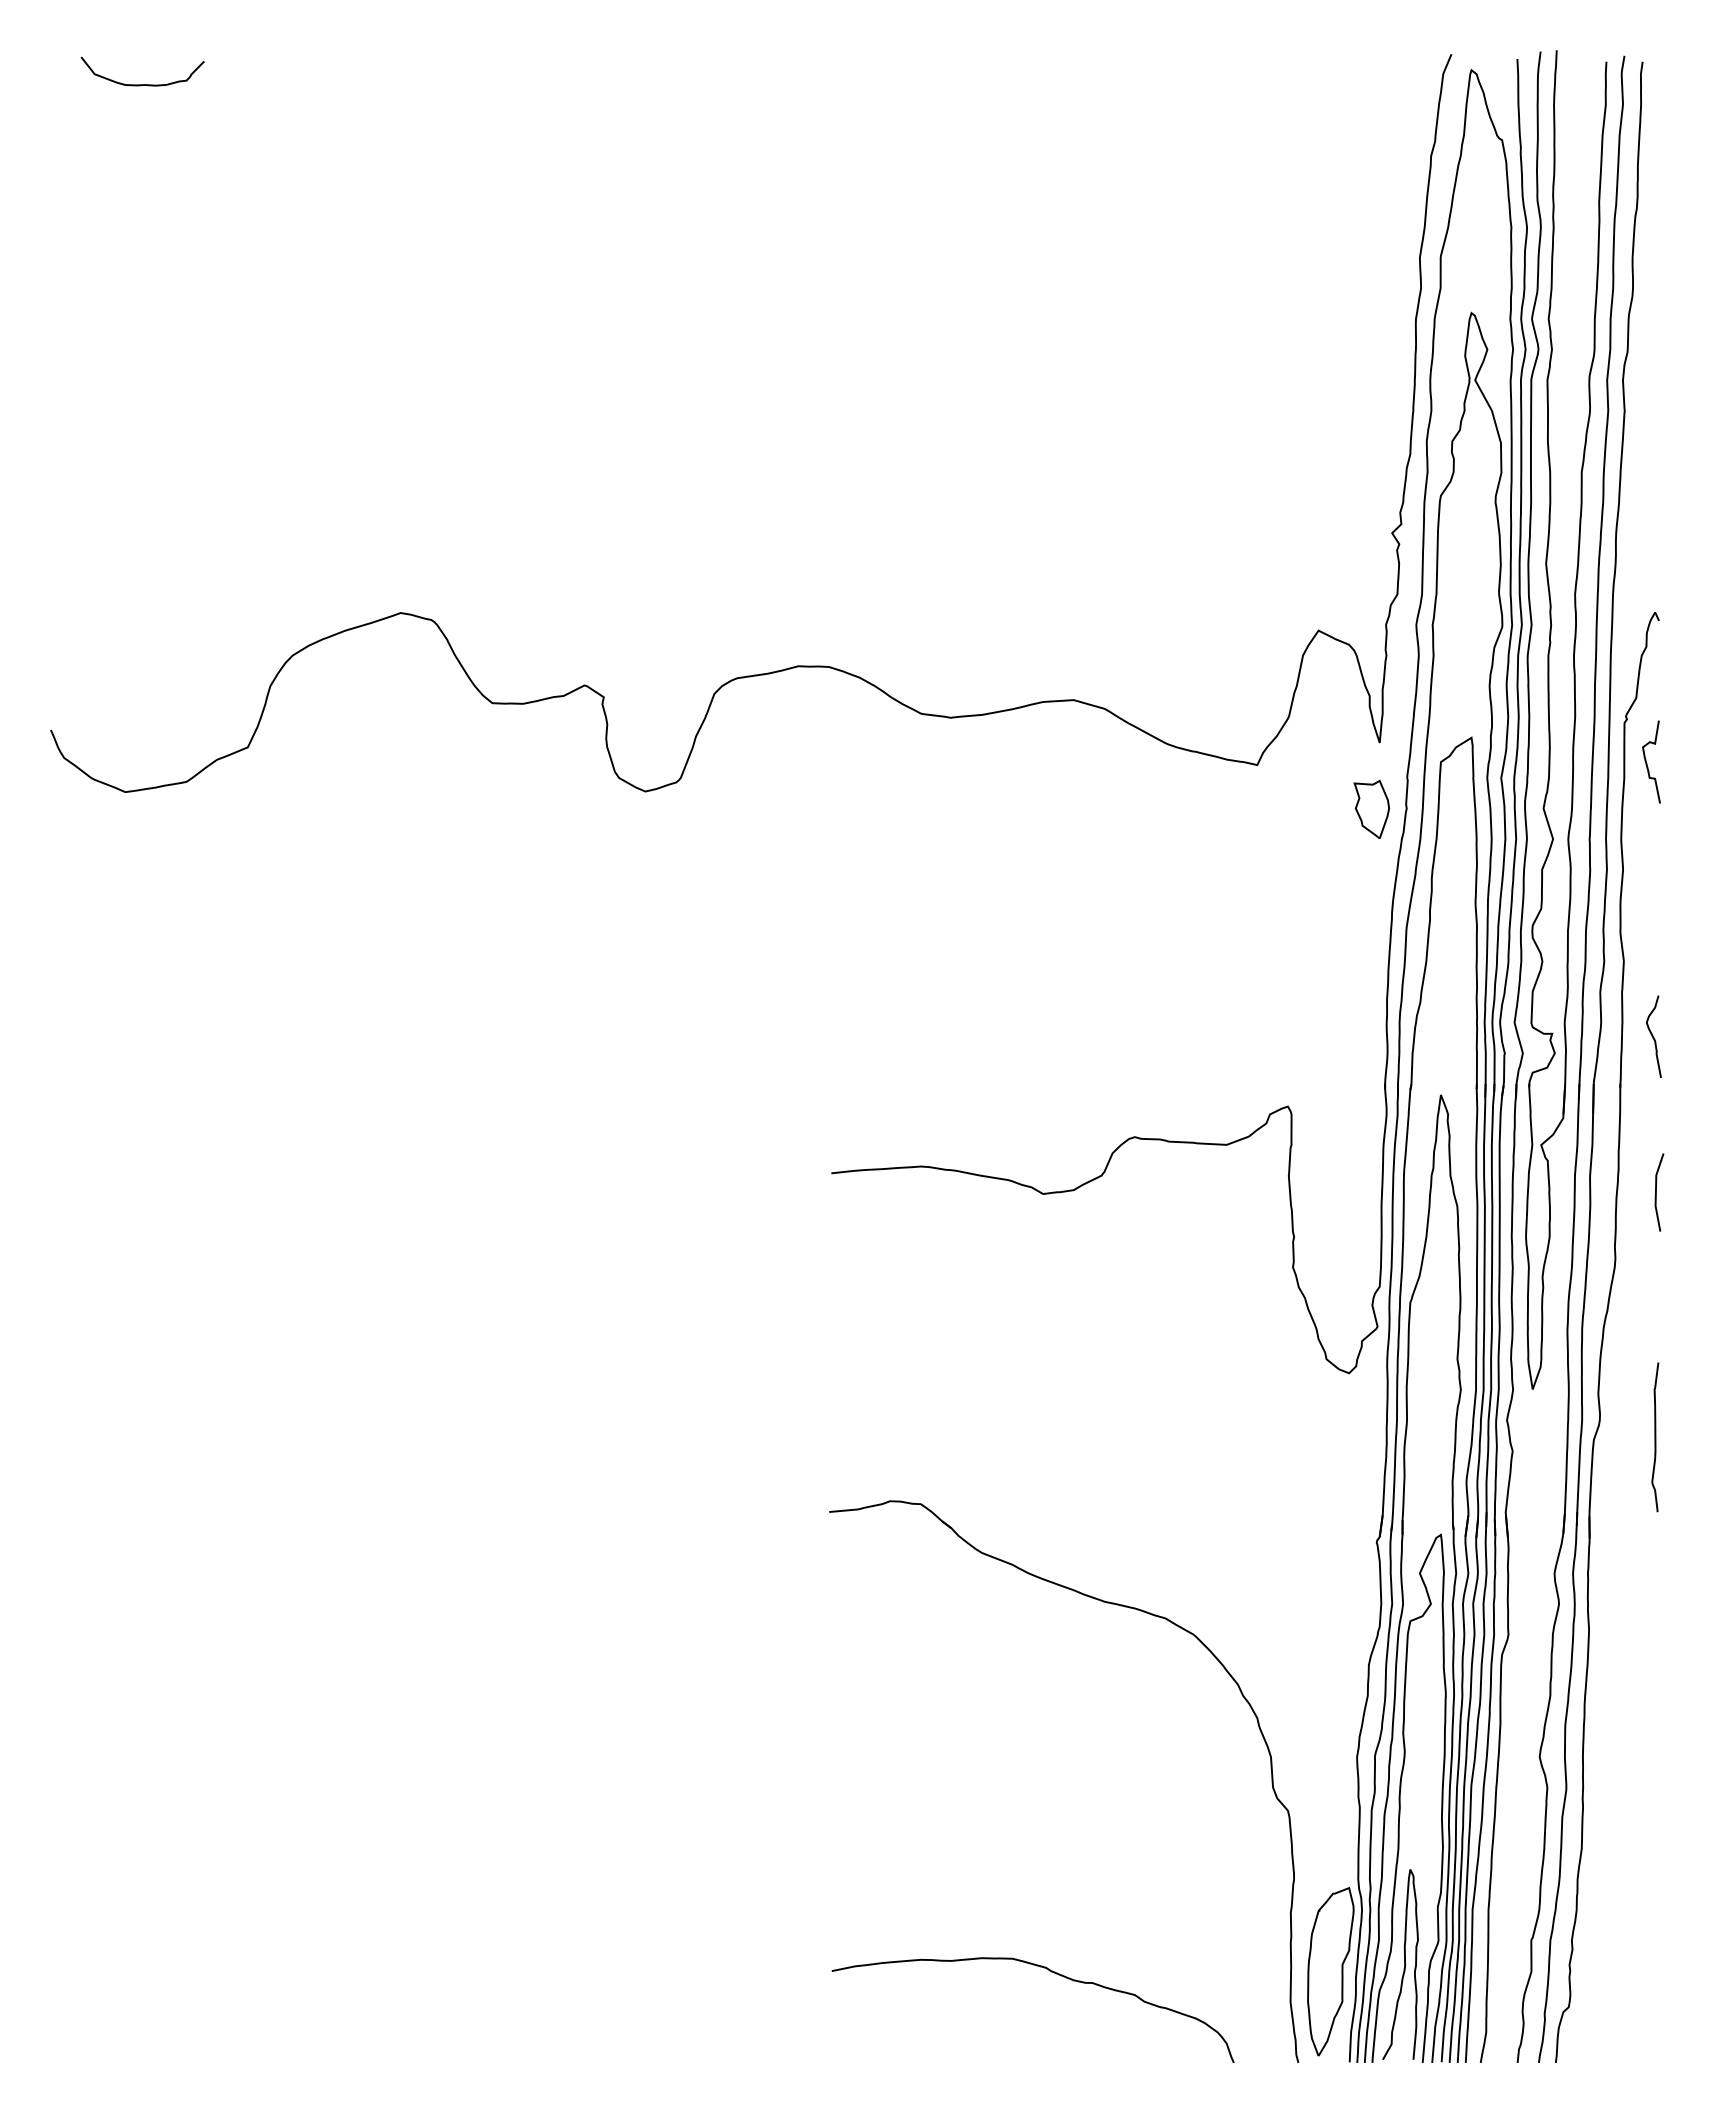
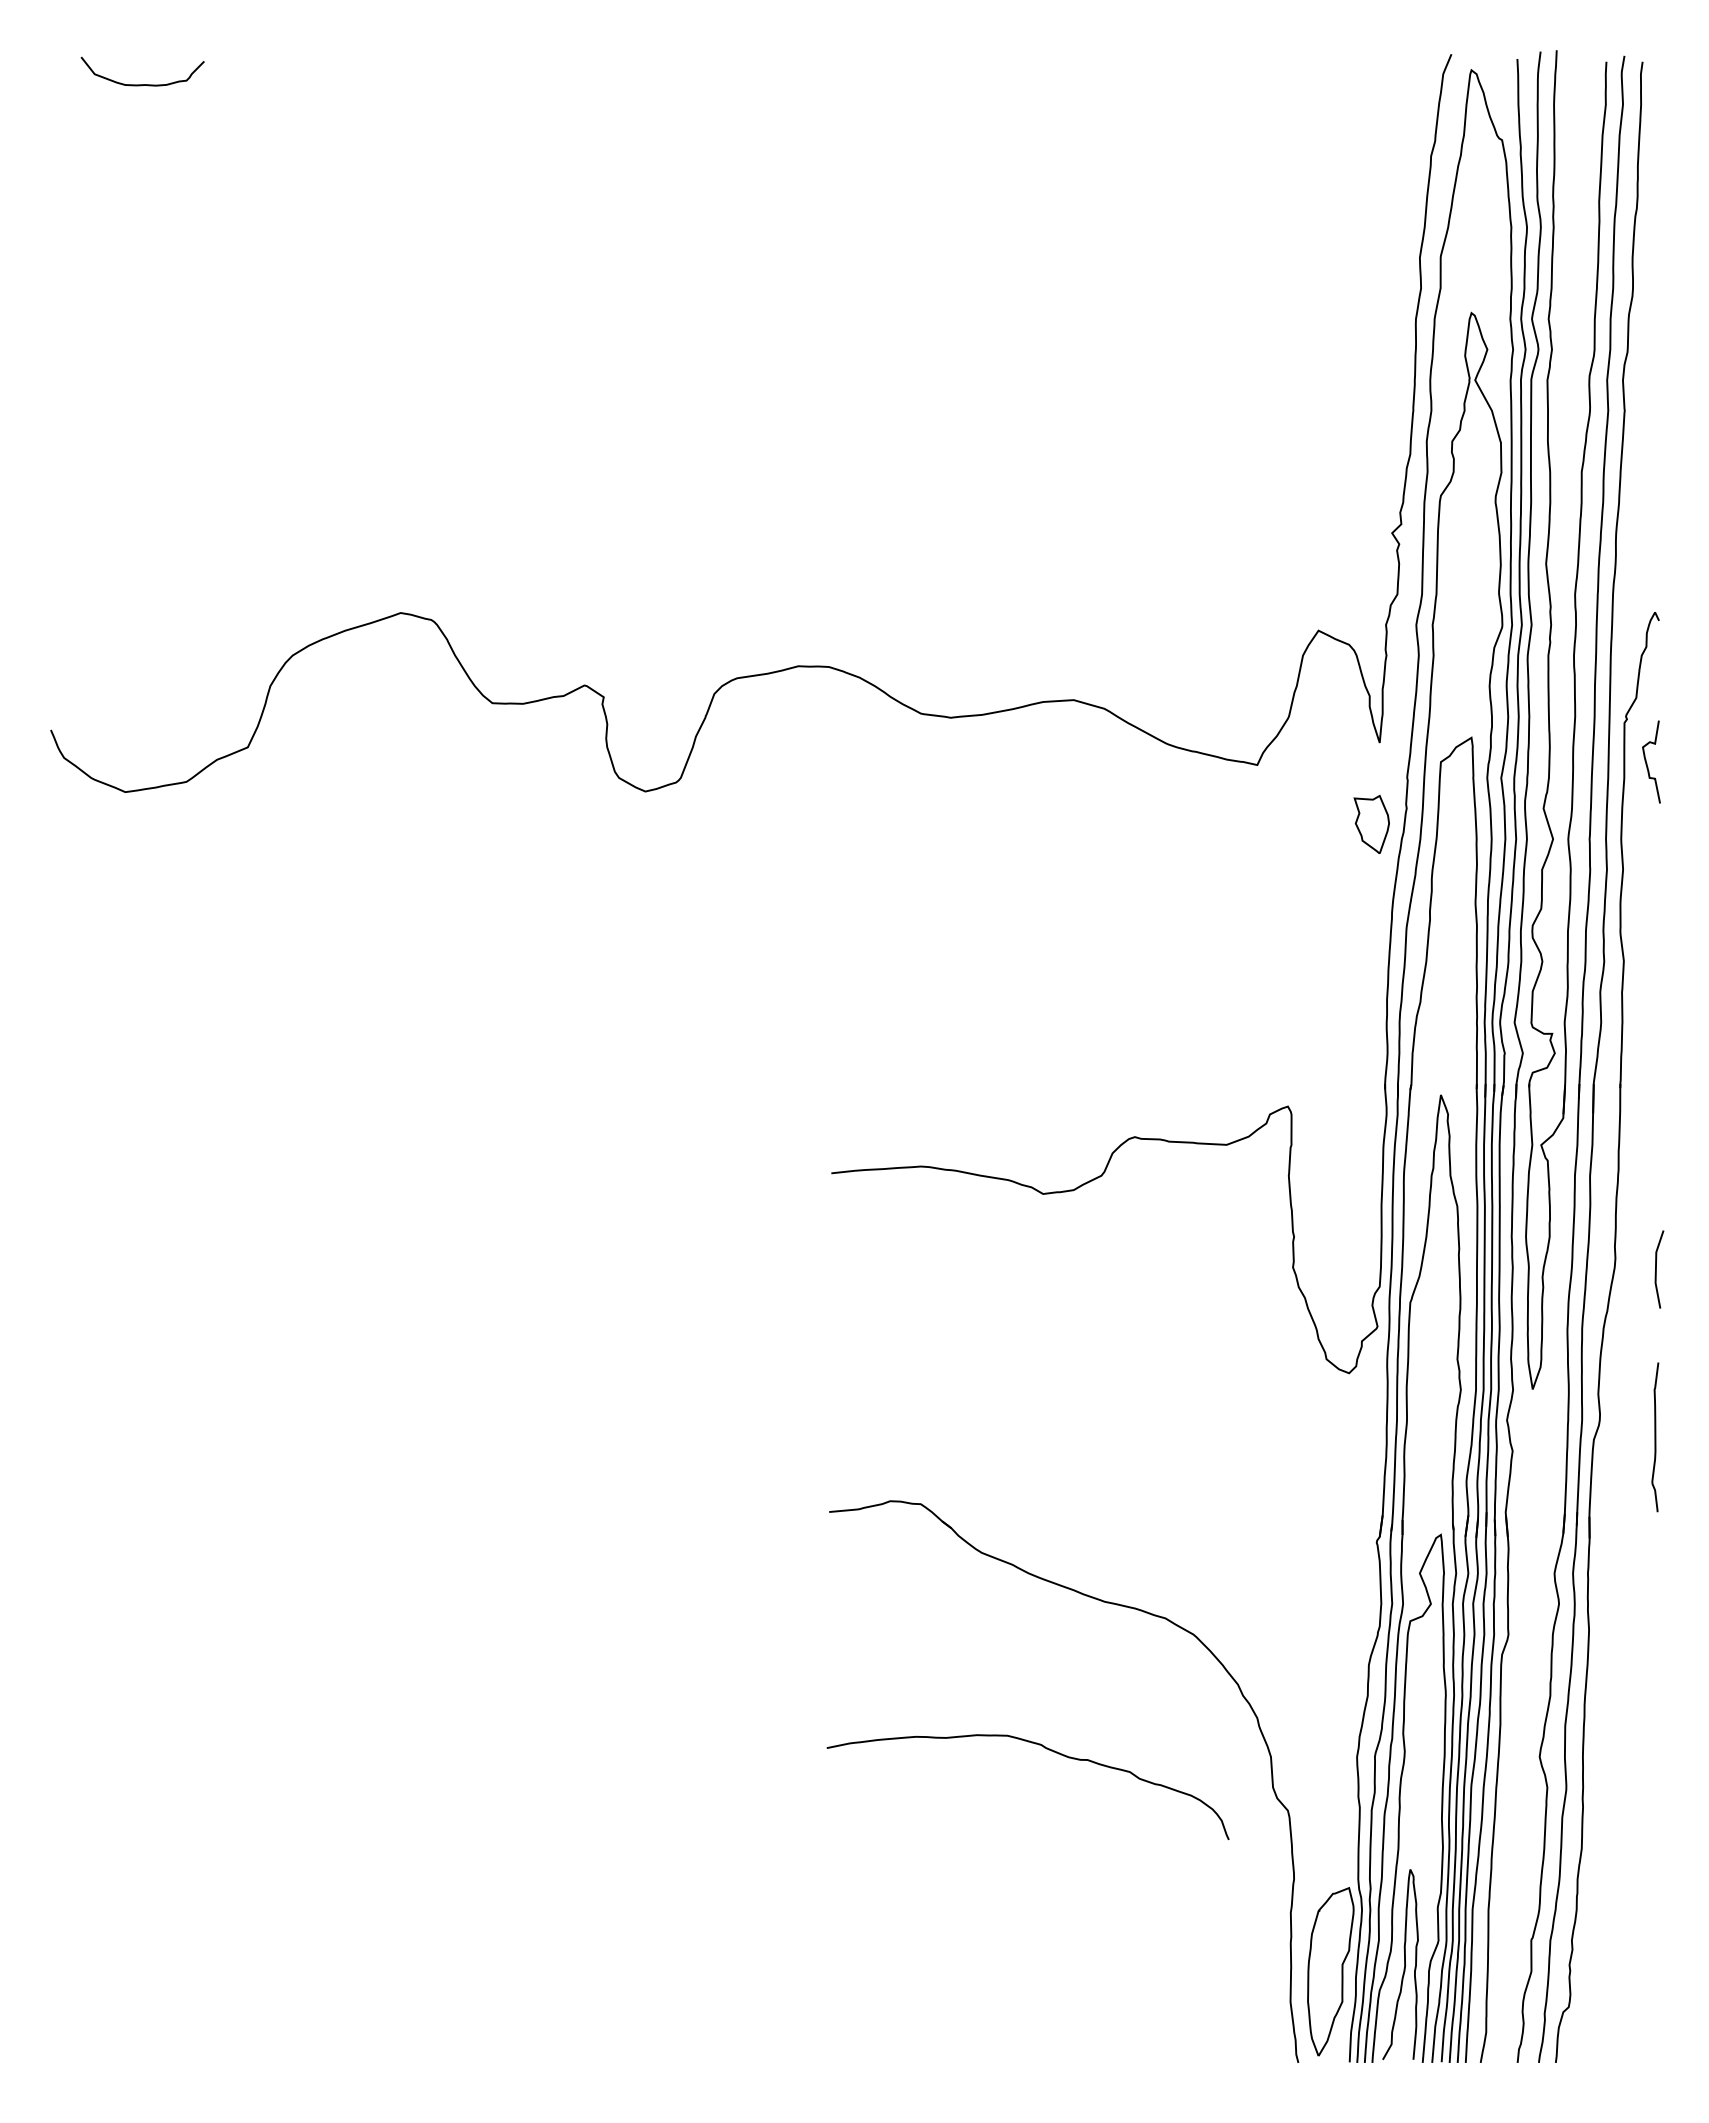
part at (1371, 808) position: (1371, 808) -> (1371, 823)
curve at (1653, 1036): present -> none
curve at (1656, 1192) position: (1656, 1192) -> (1656, 1269)
curve at (1051, 1972) position: (1051, 1972) -> (1046, 1749)
